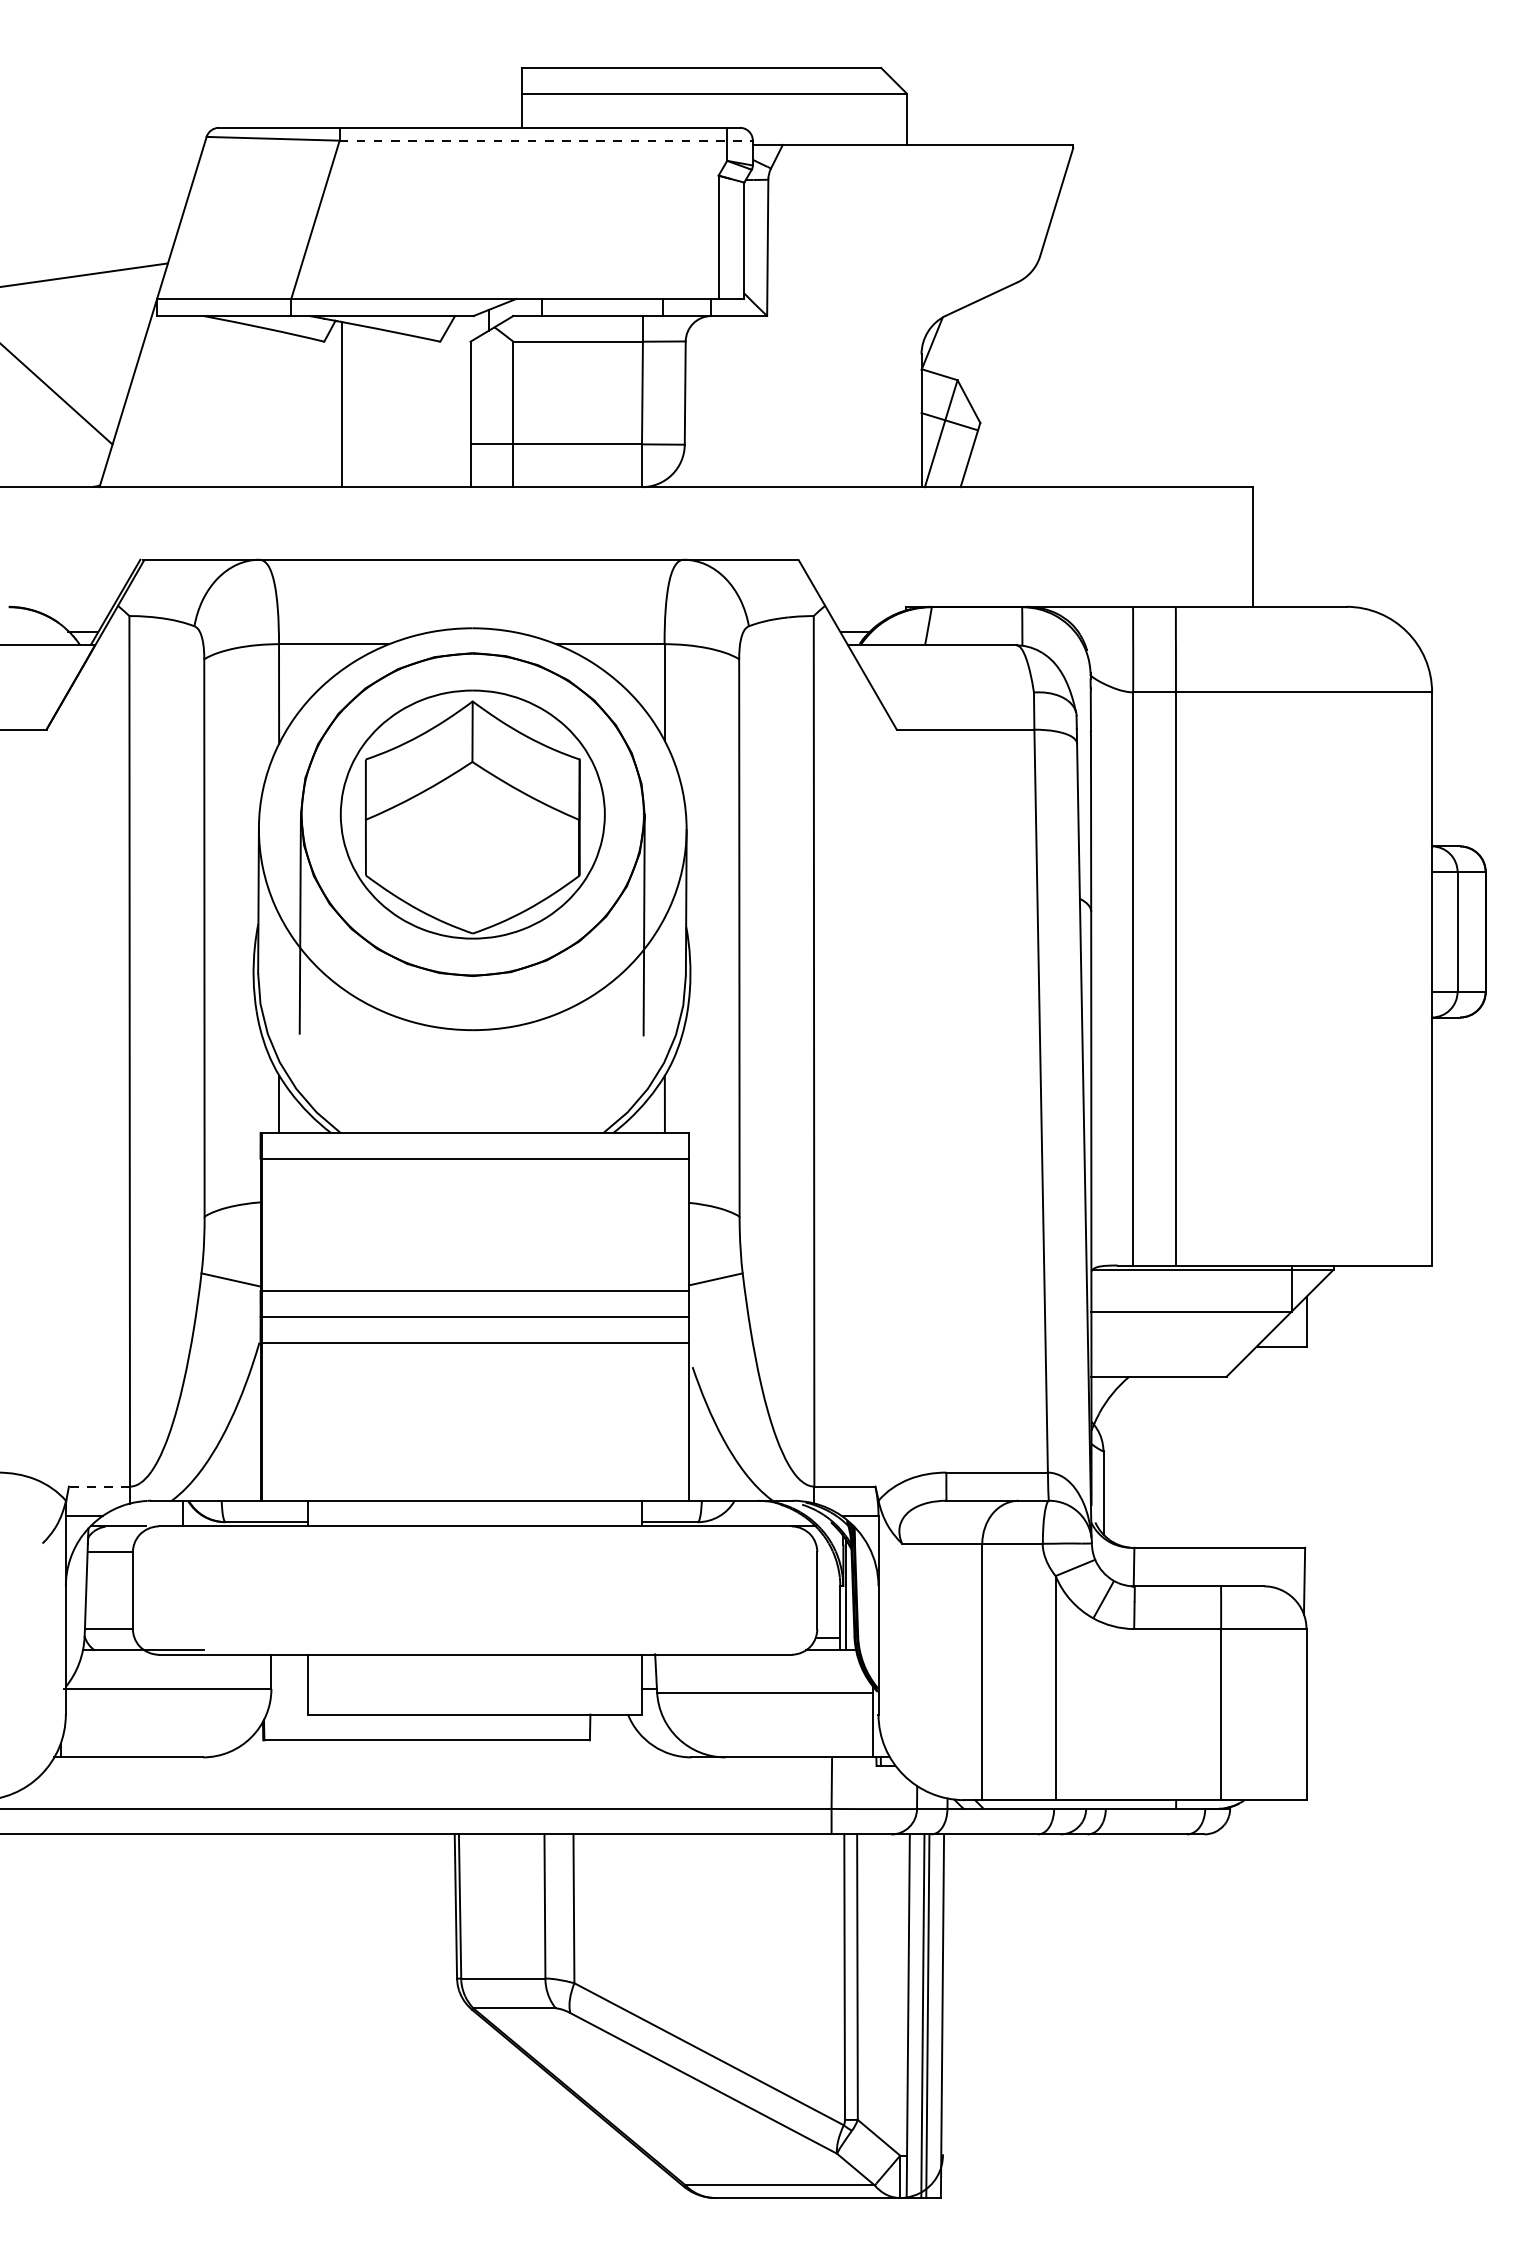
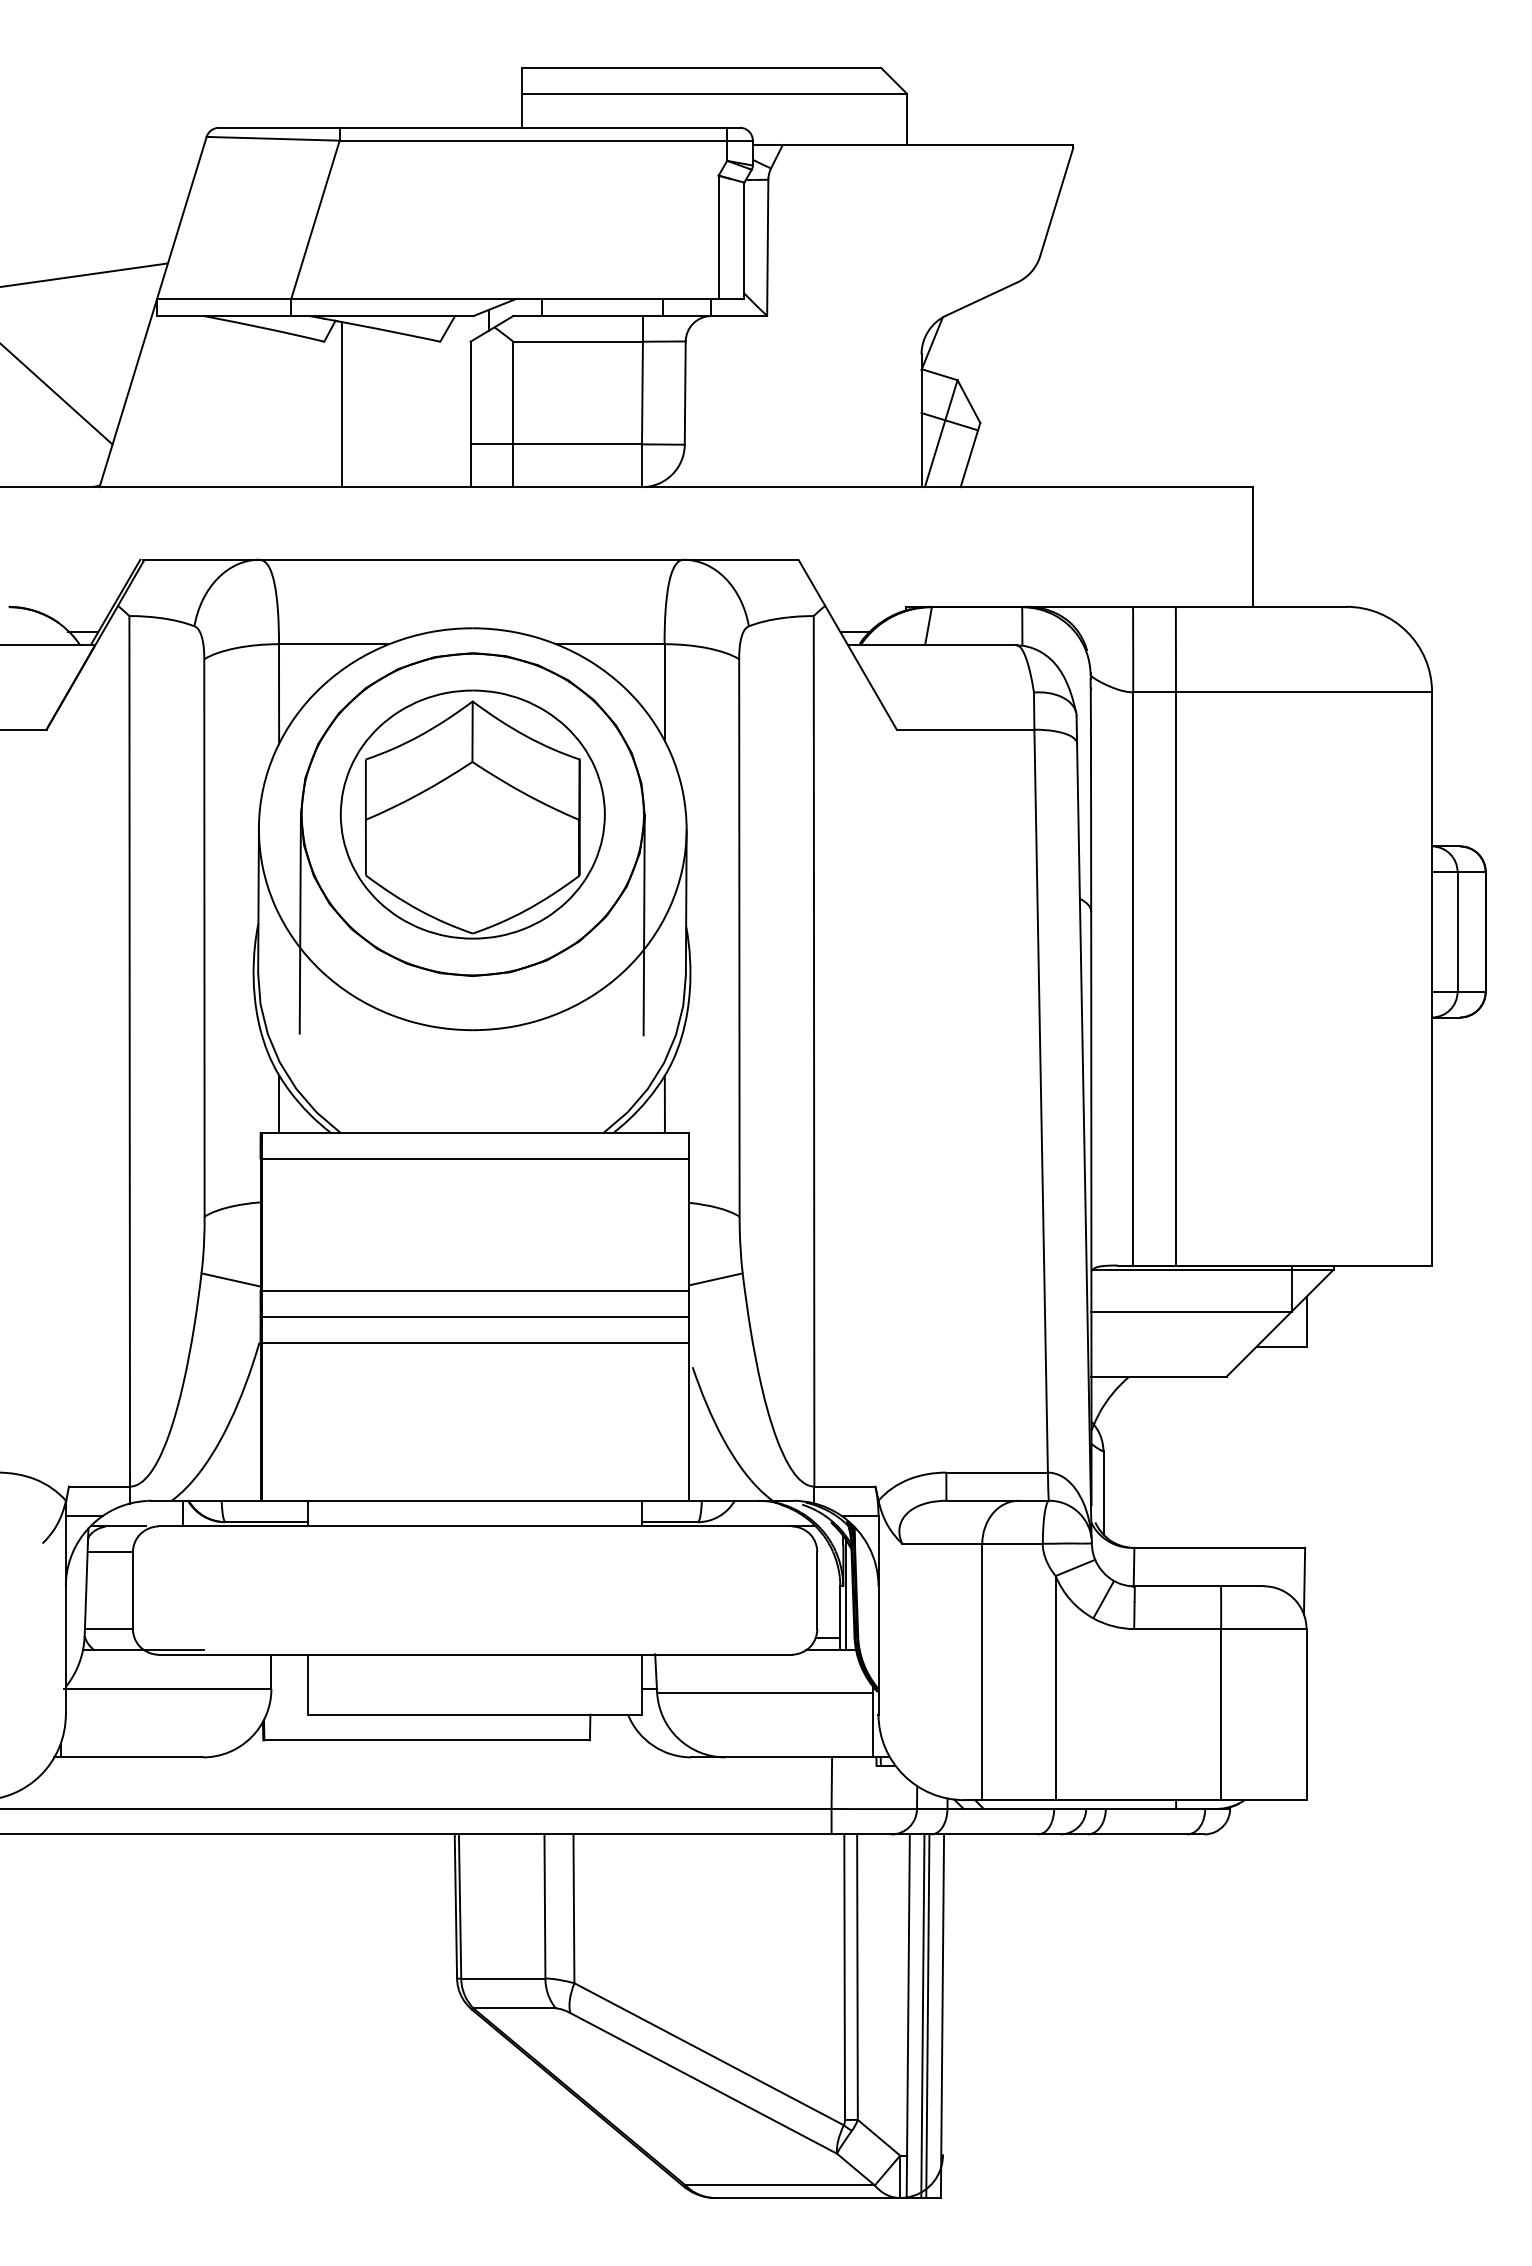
line at (546, 140): dashed -> solid
line at (99, 1486): dashed -> solid
